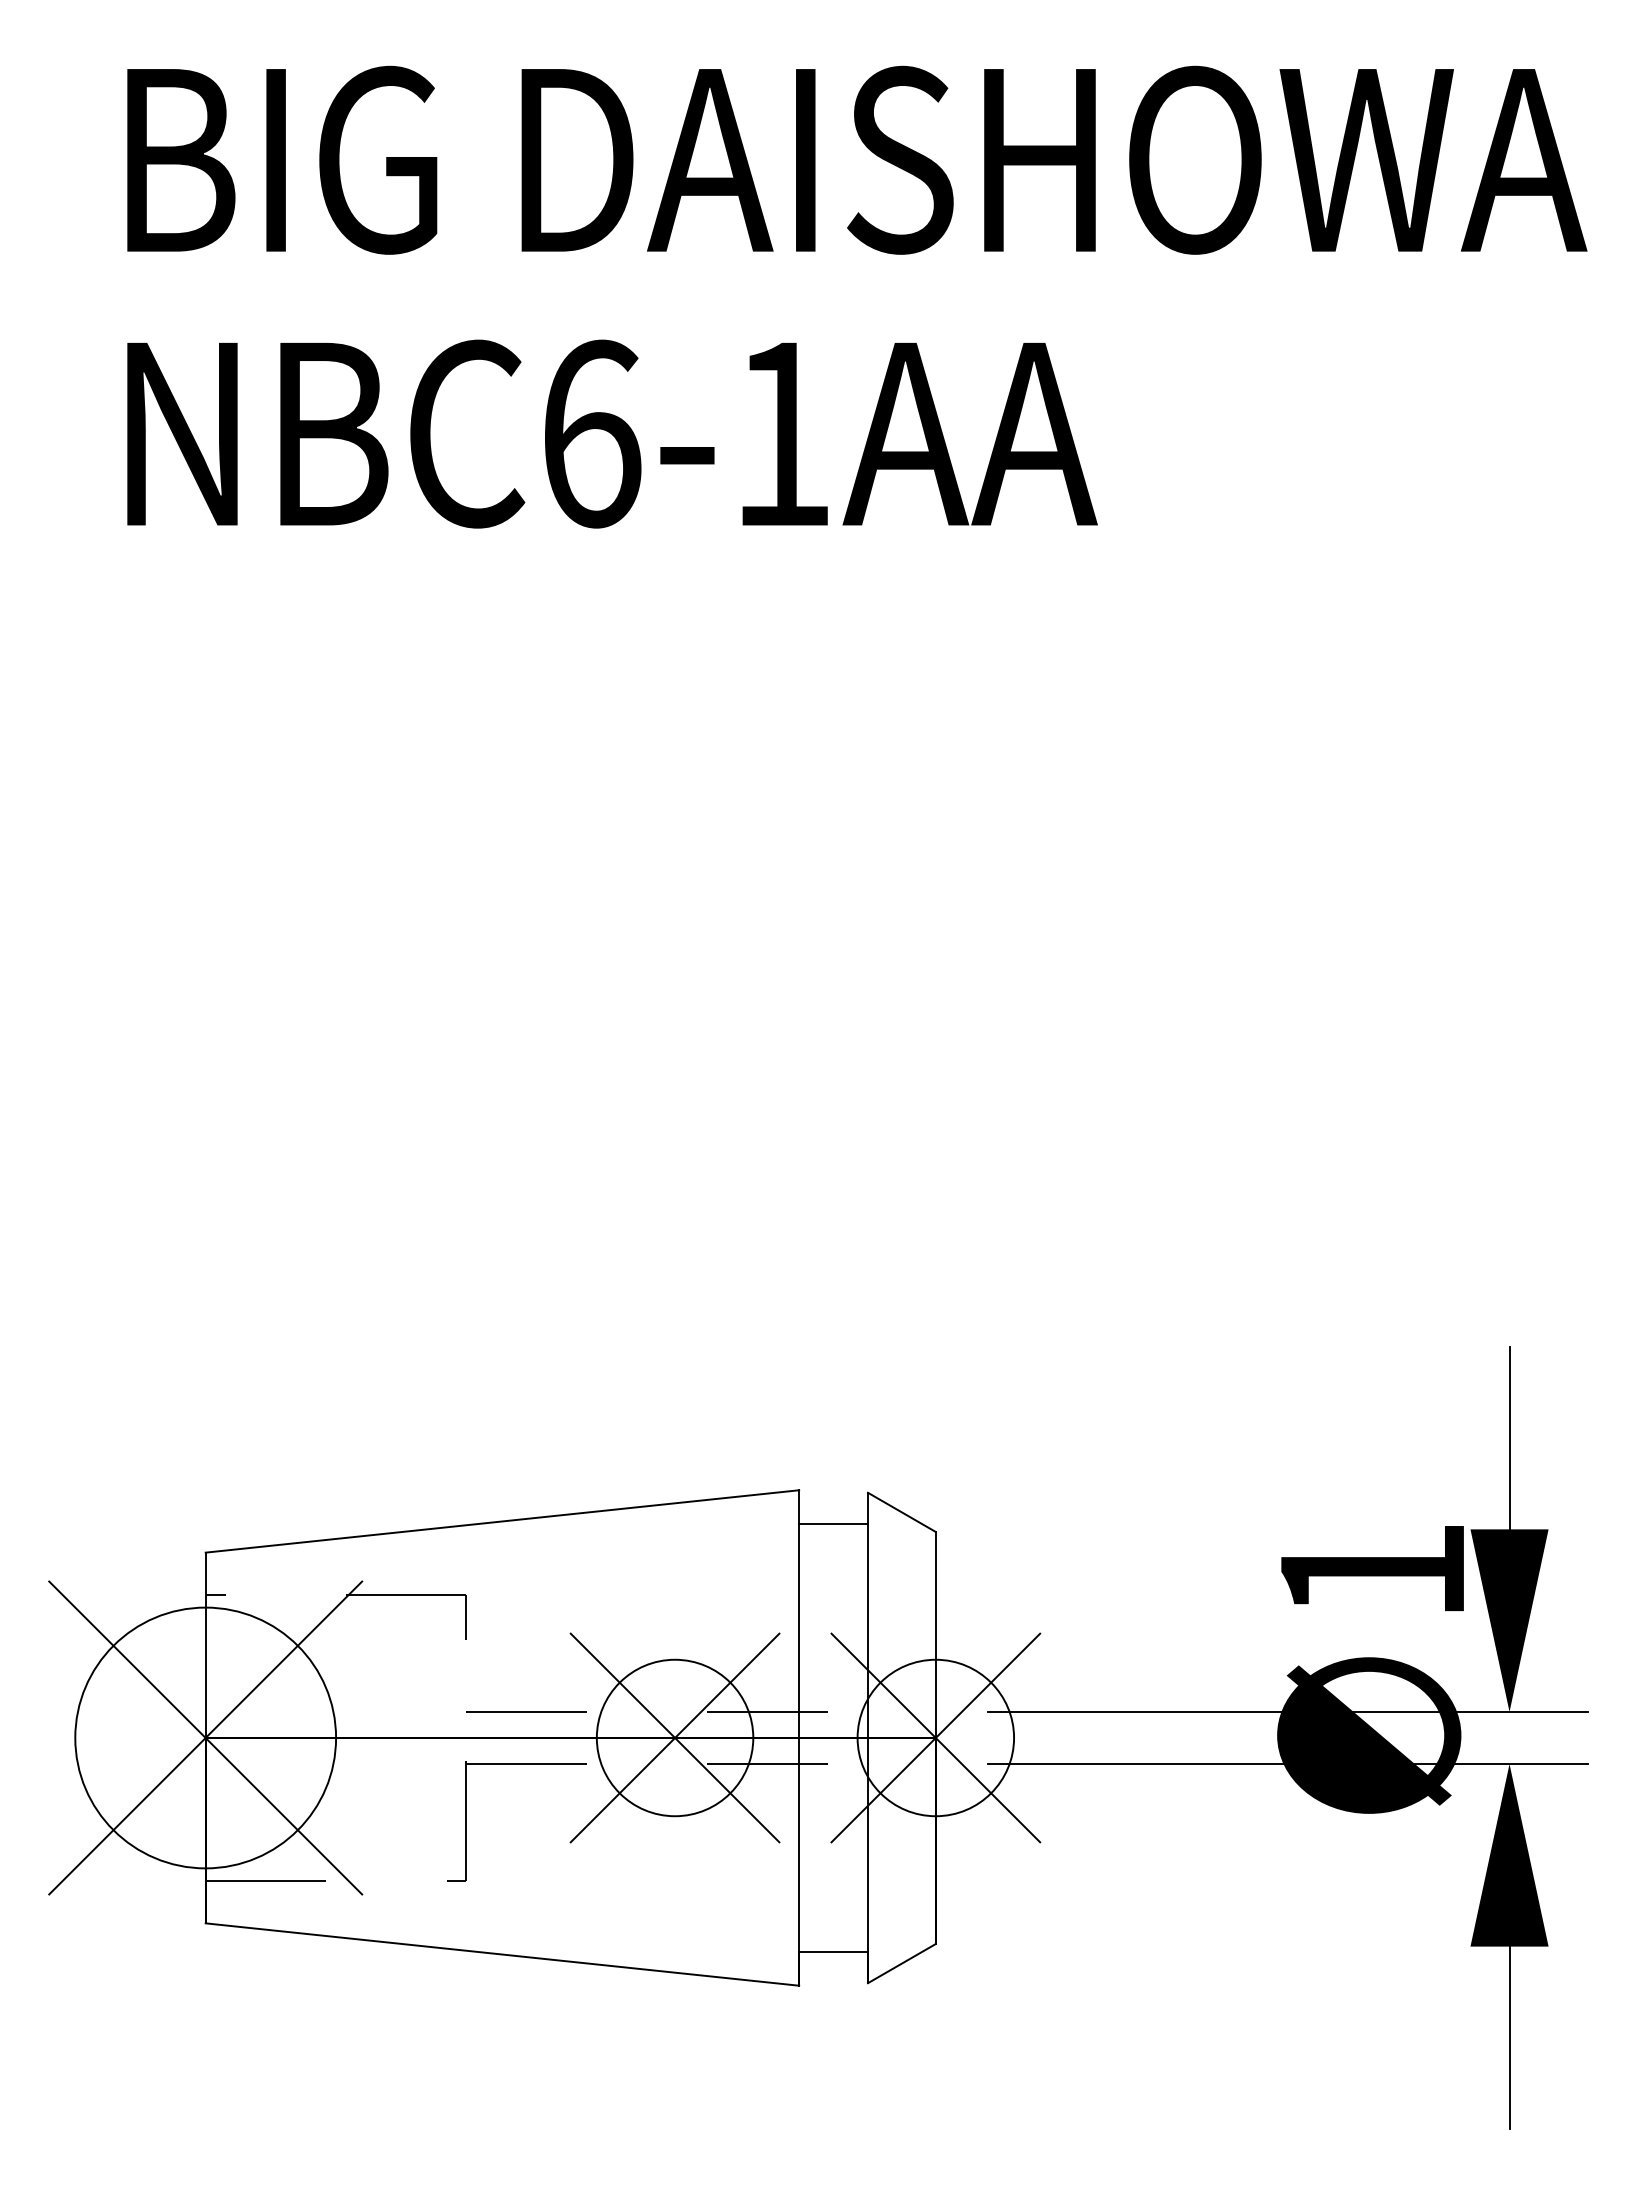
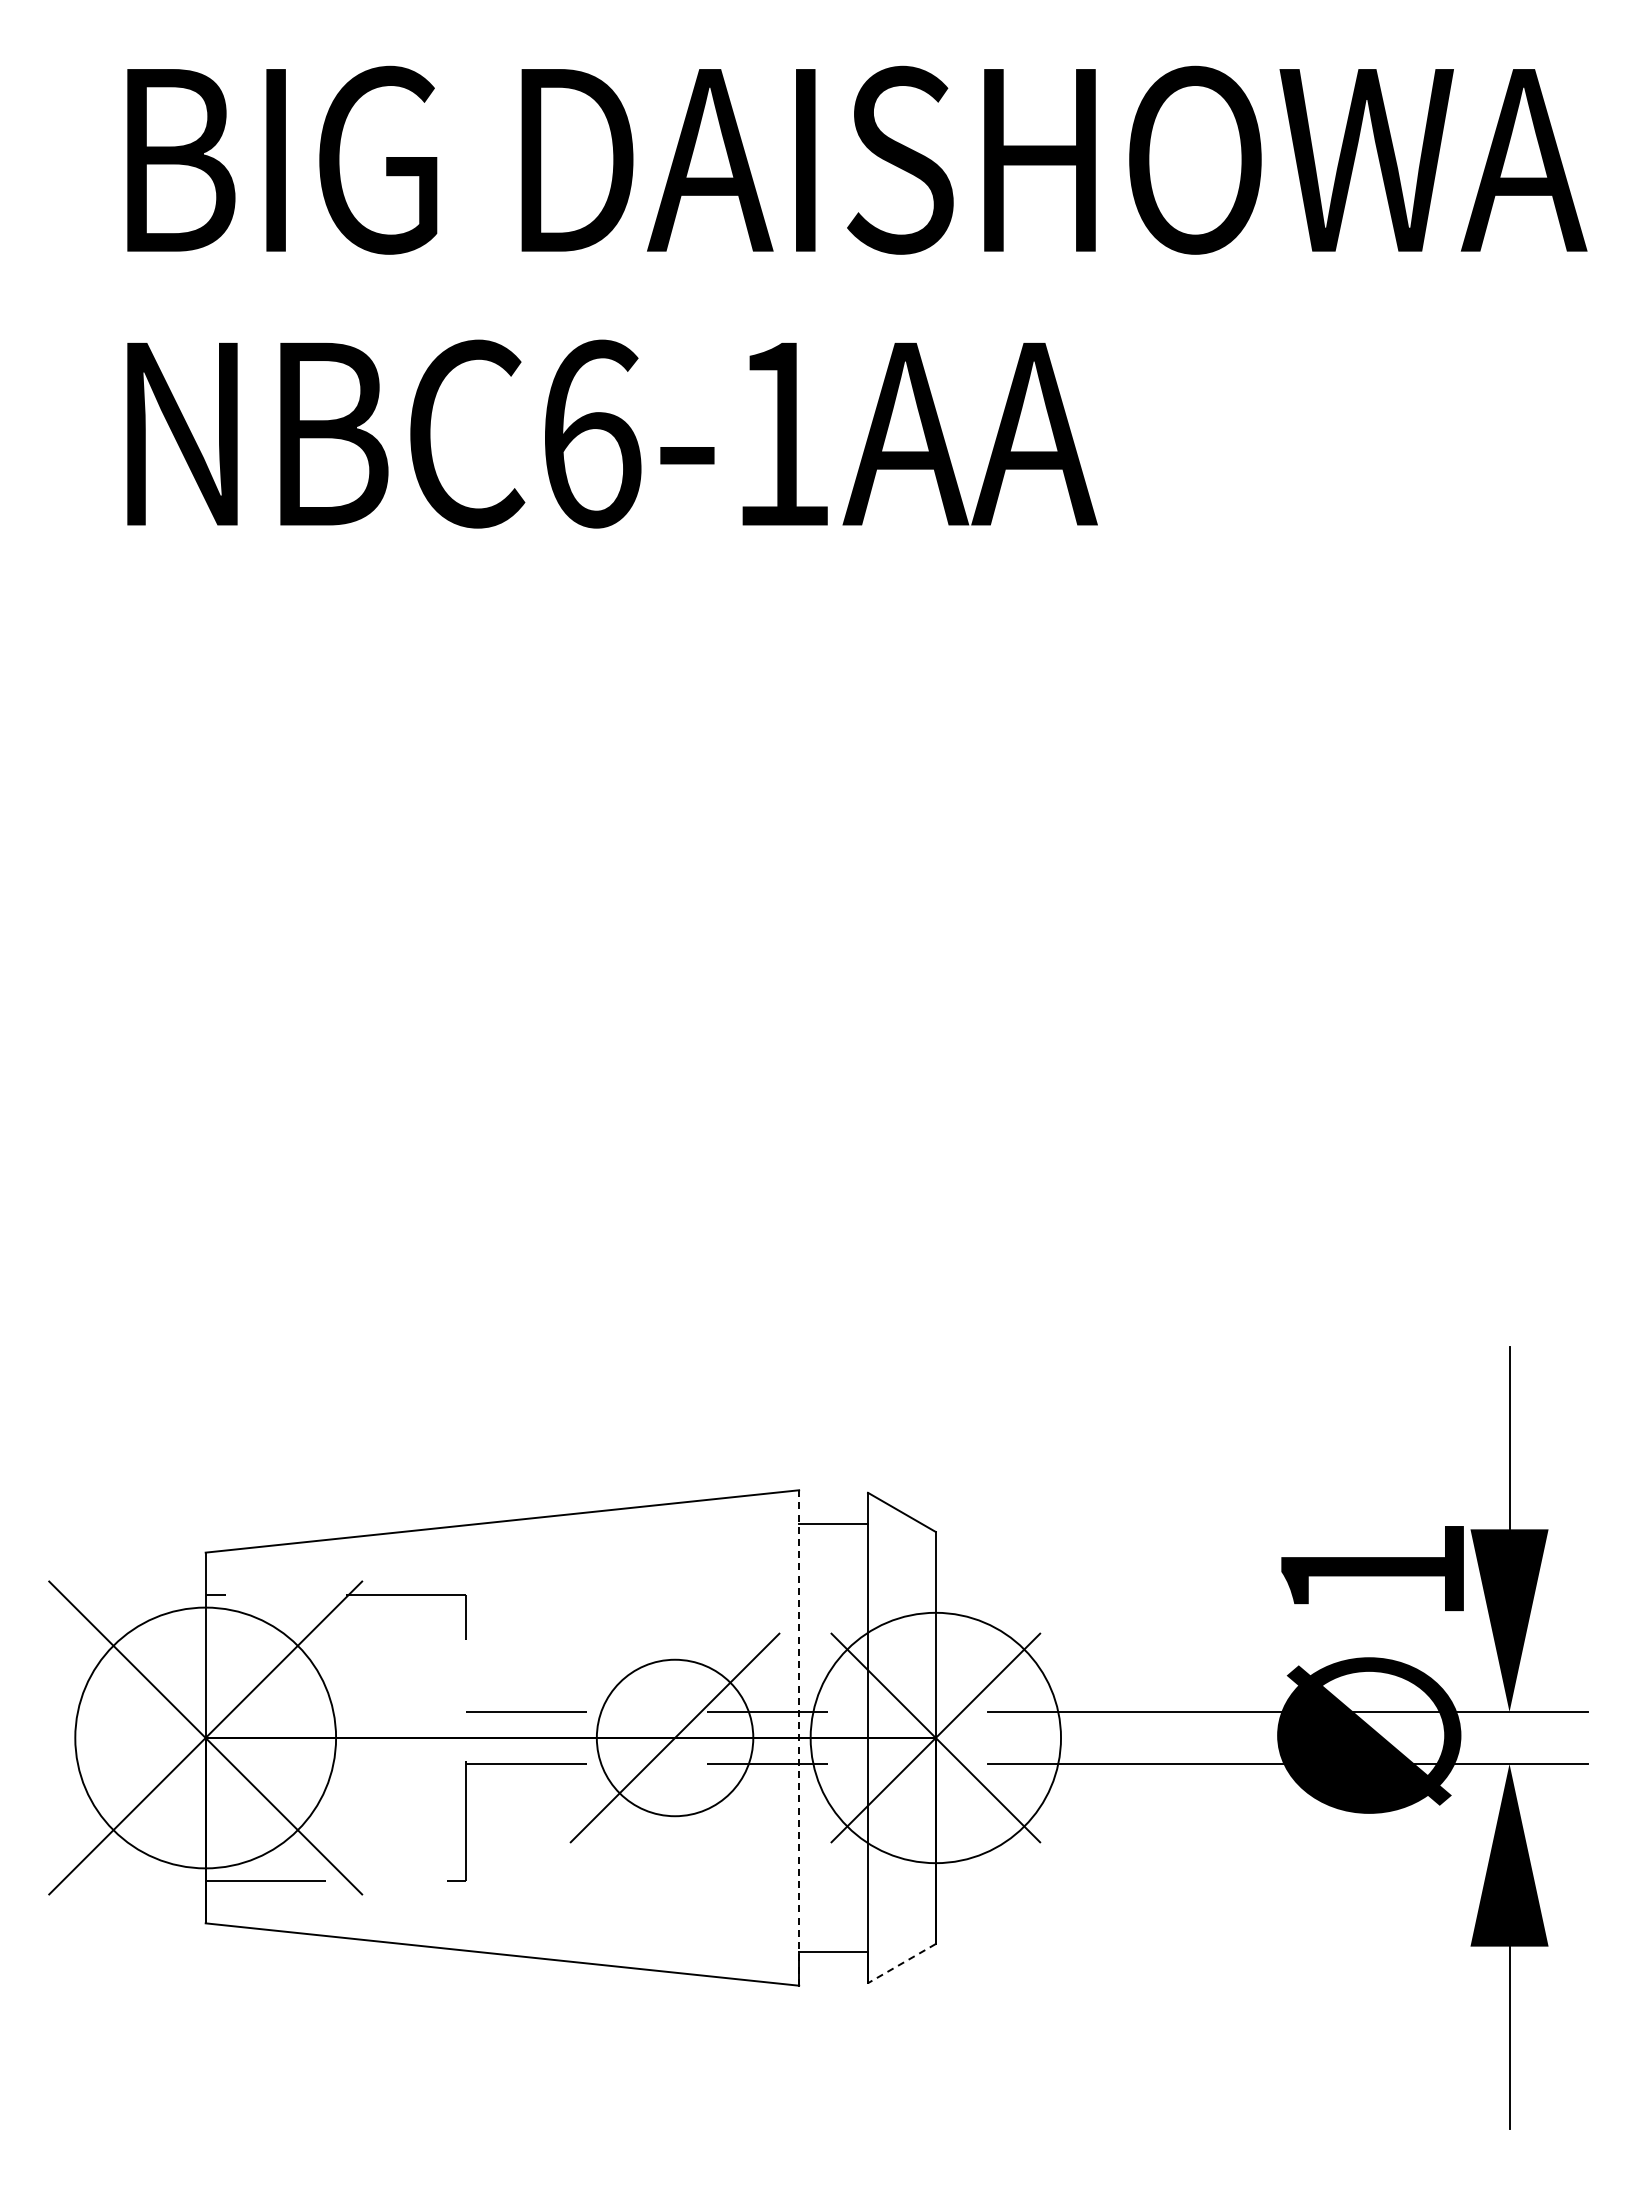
line at (674, 1737): present -> none
line at (799, 1737): solid -> dashed
circle at (935, 1737) diameter: 156 px -> 250 px
line at (901, 1963): solid -> dashed
